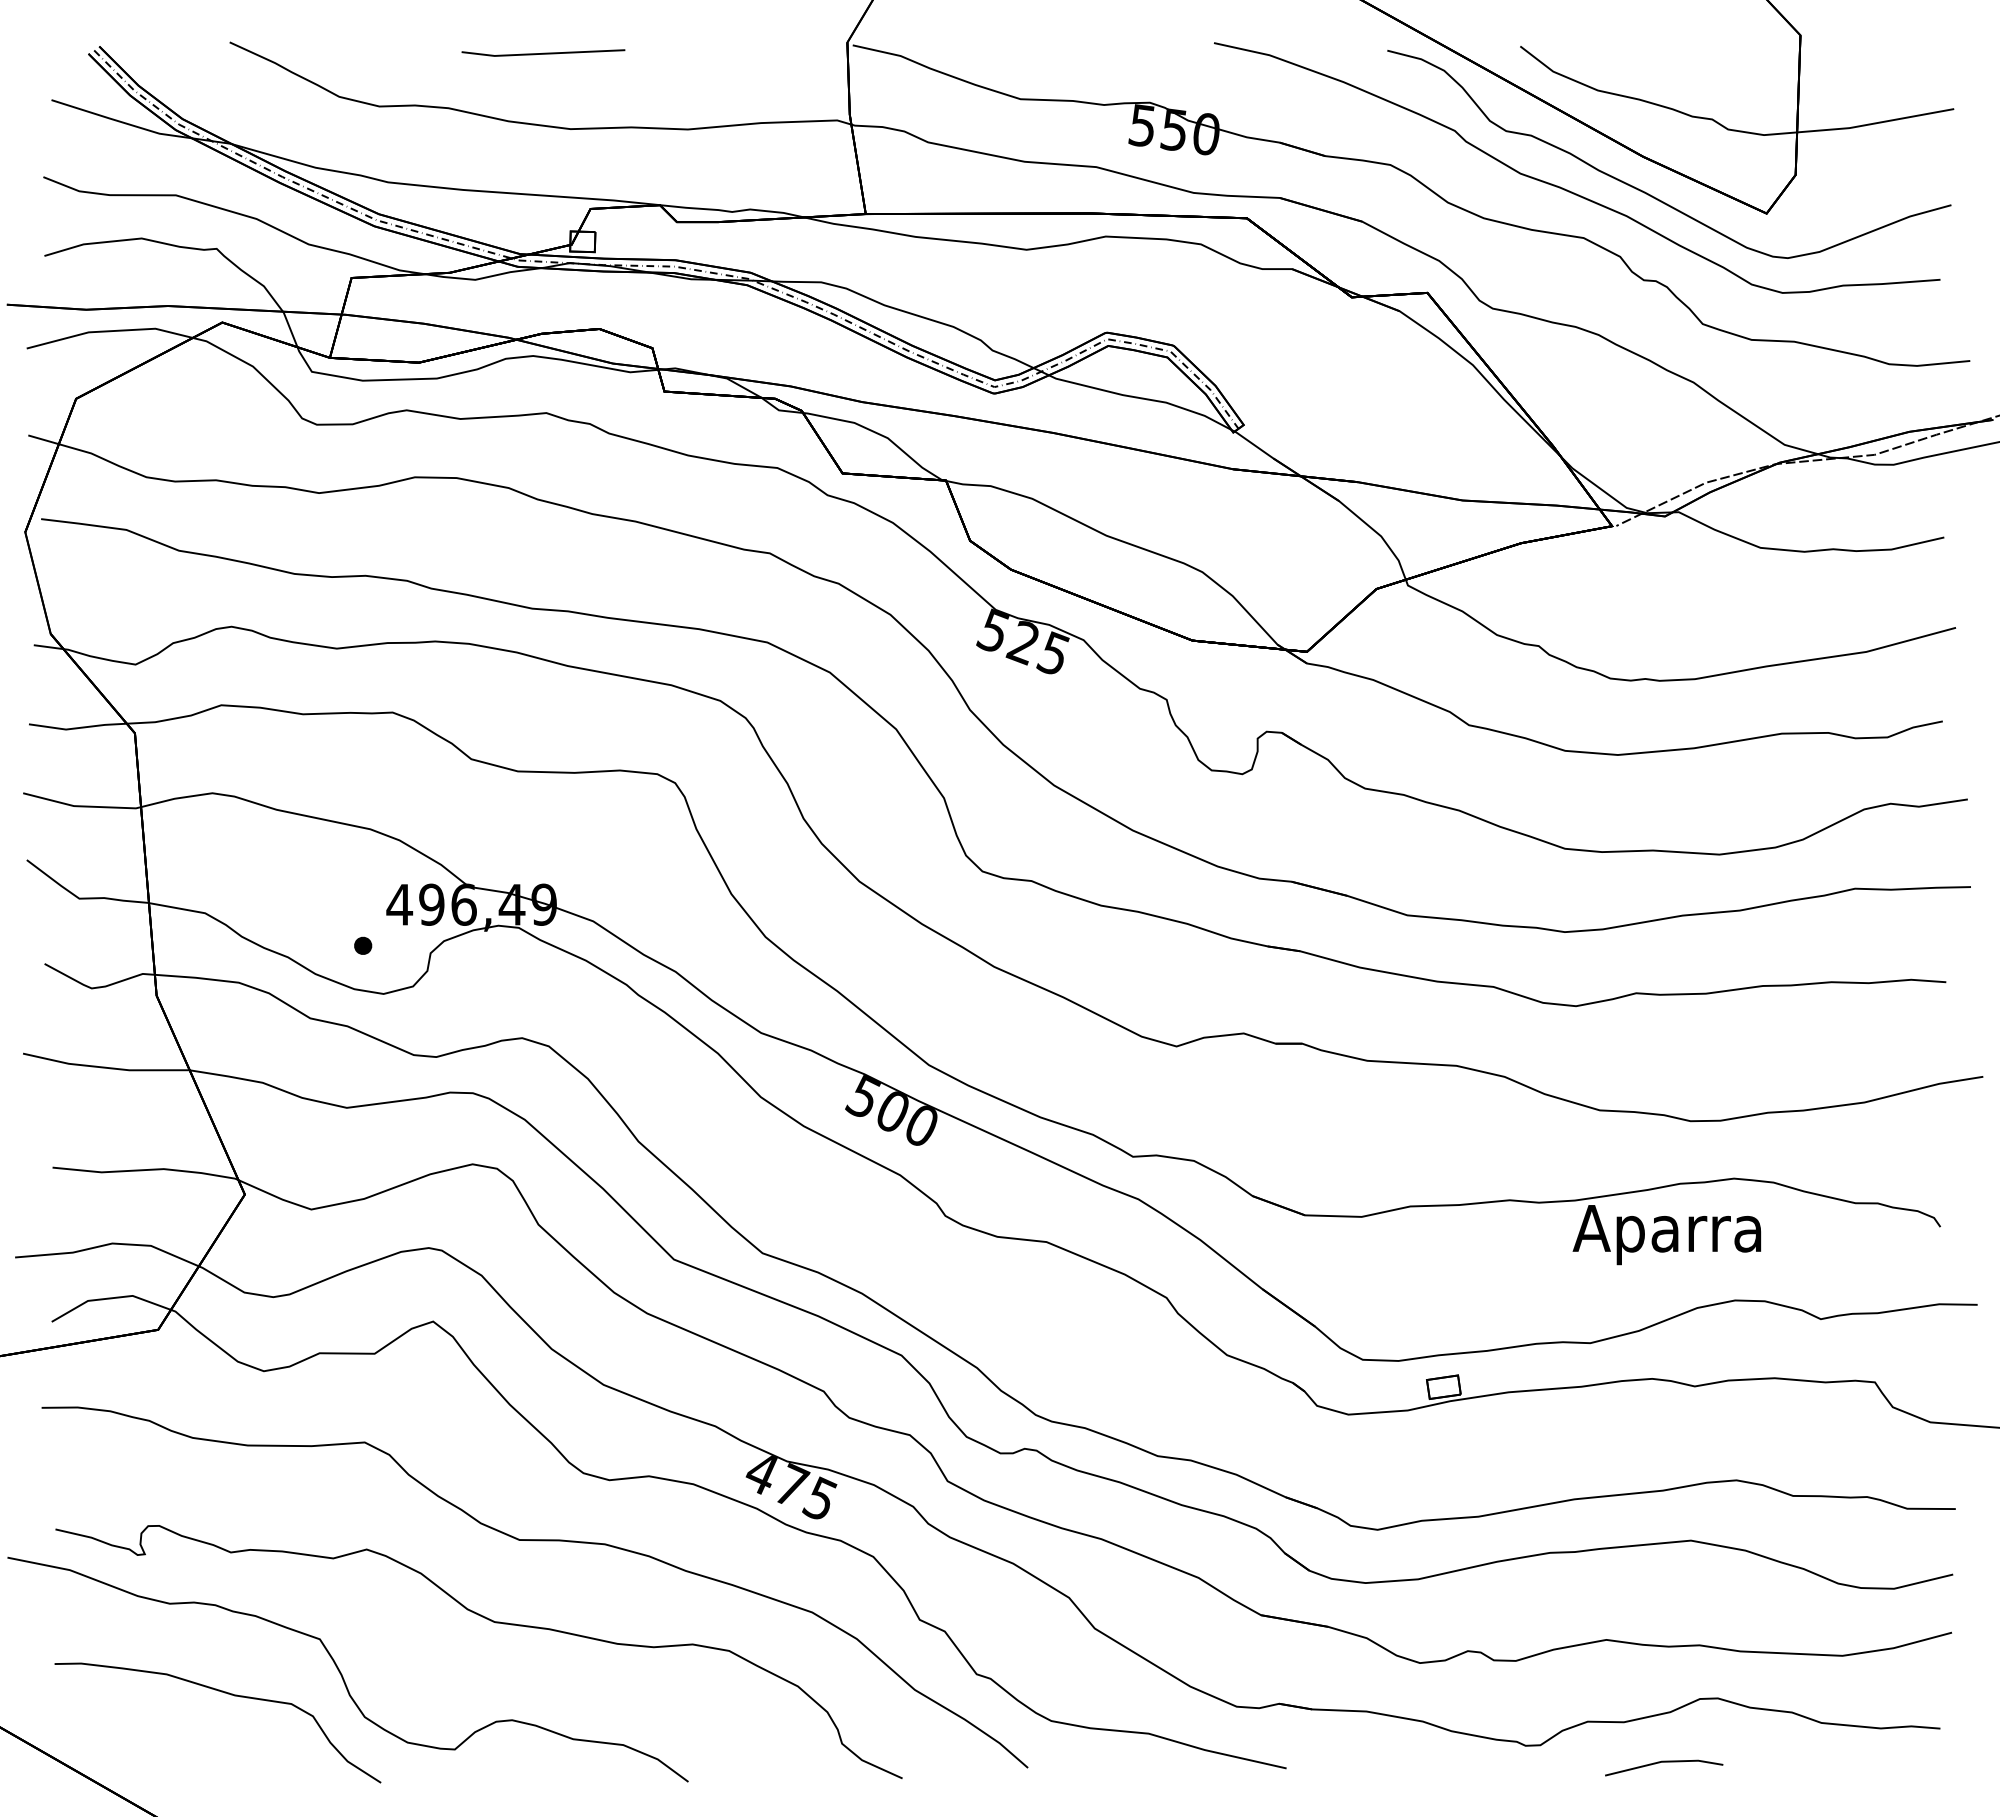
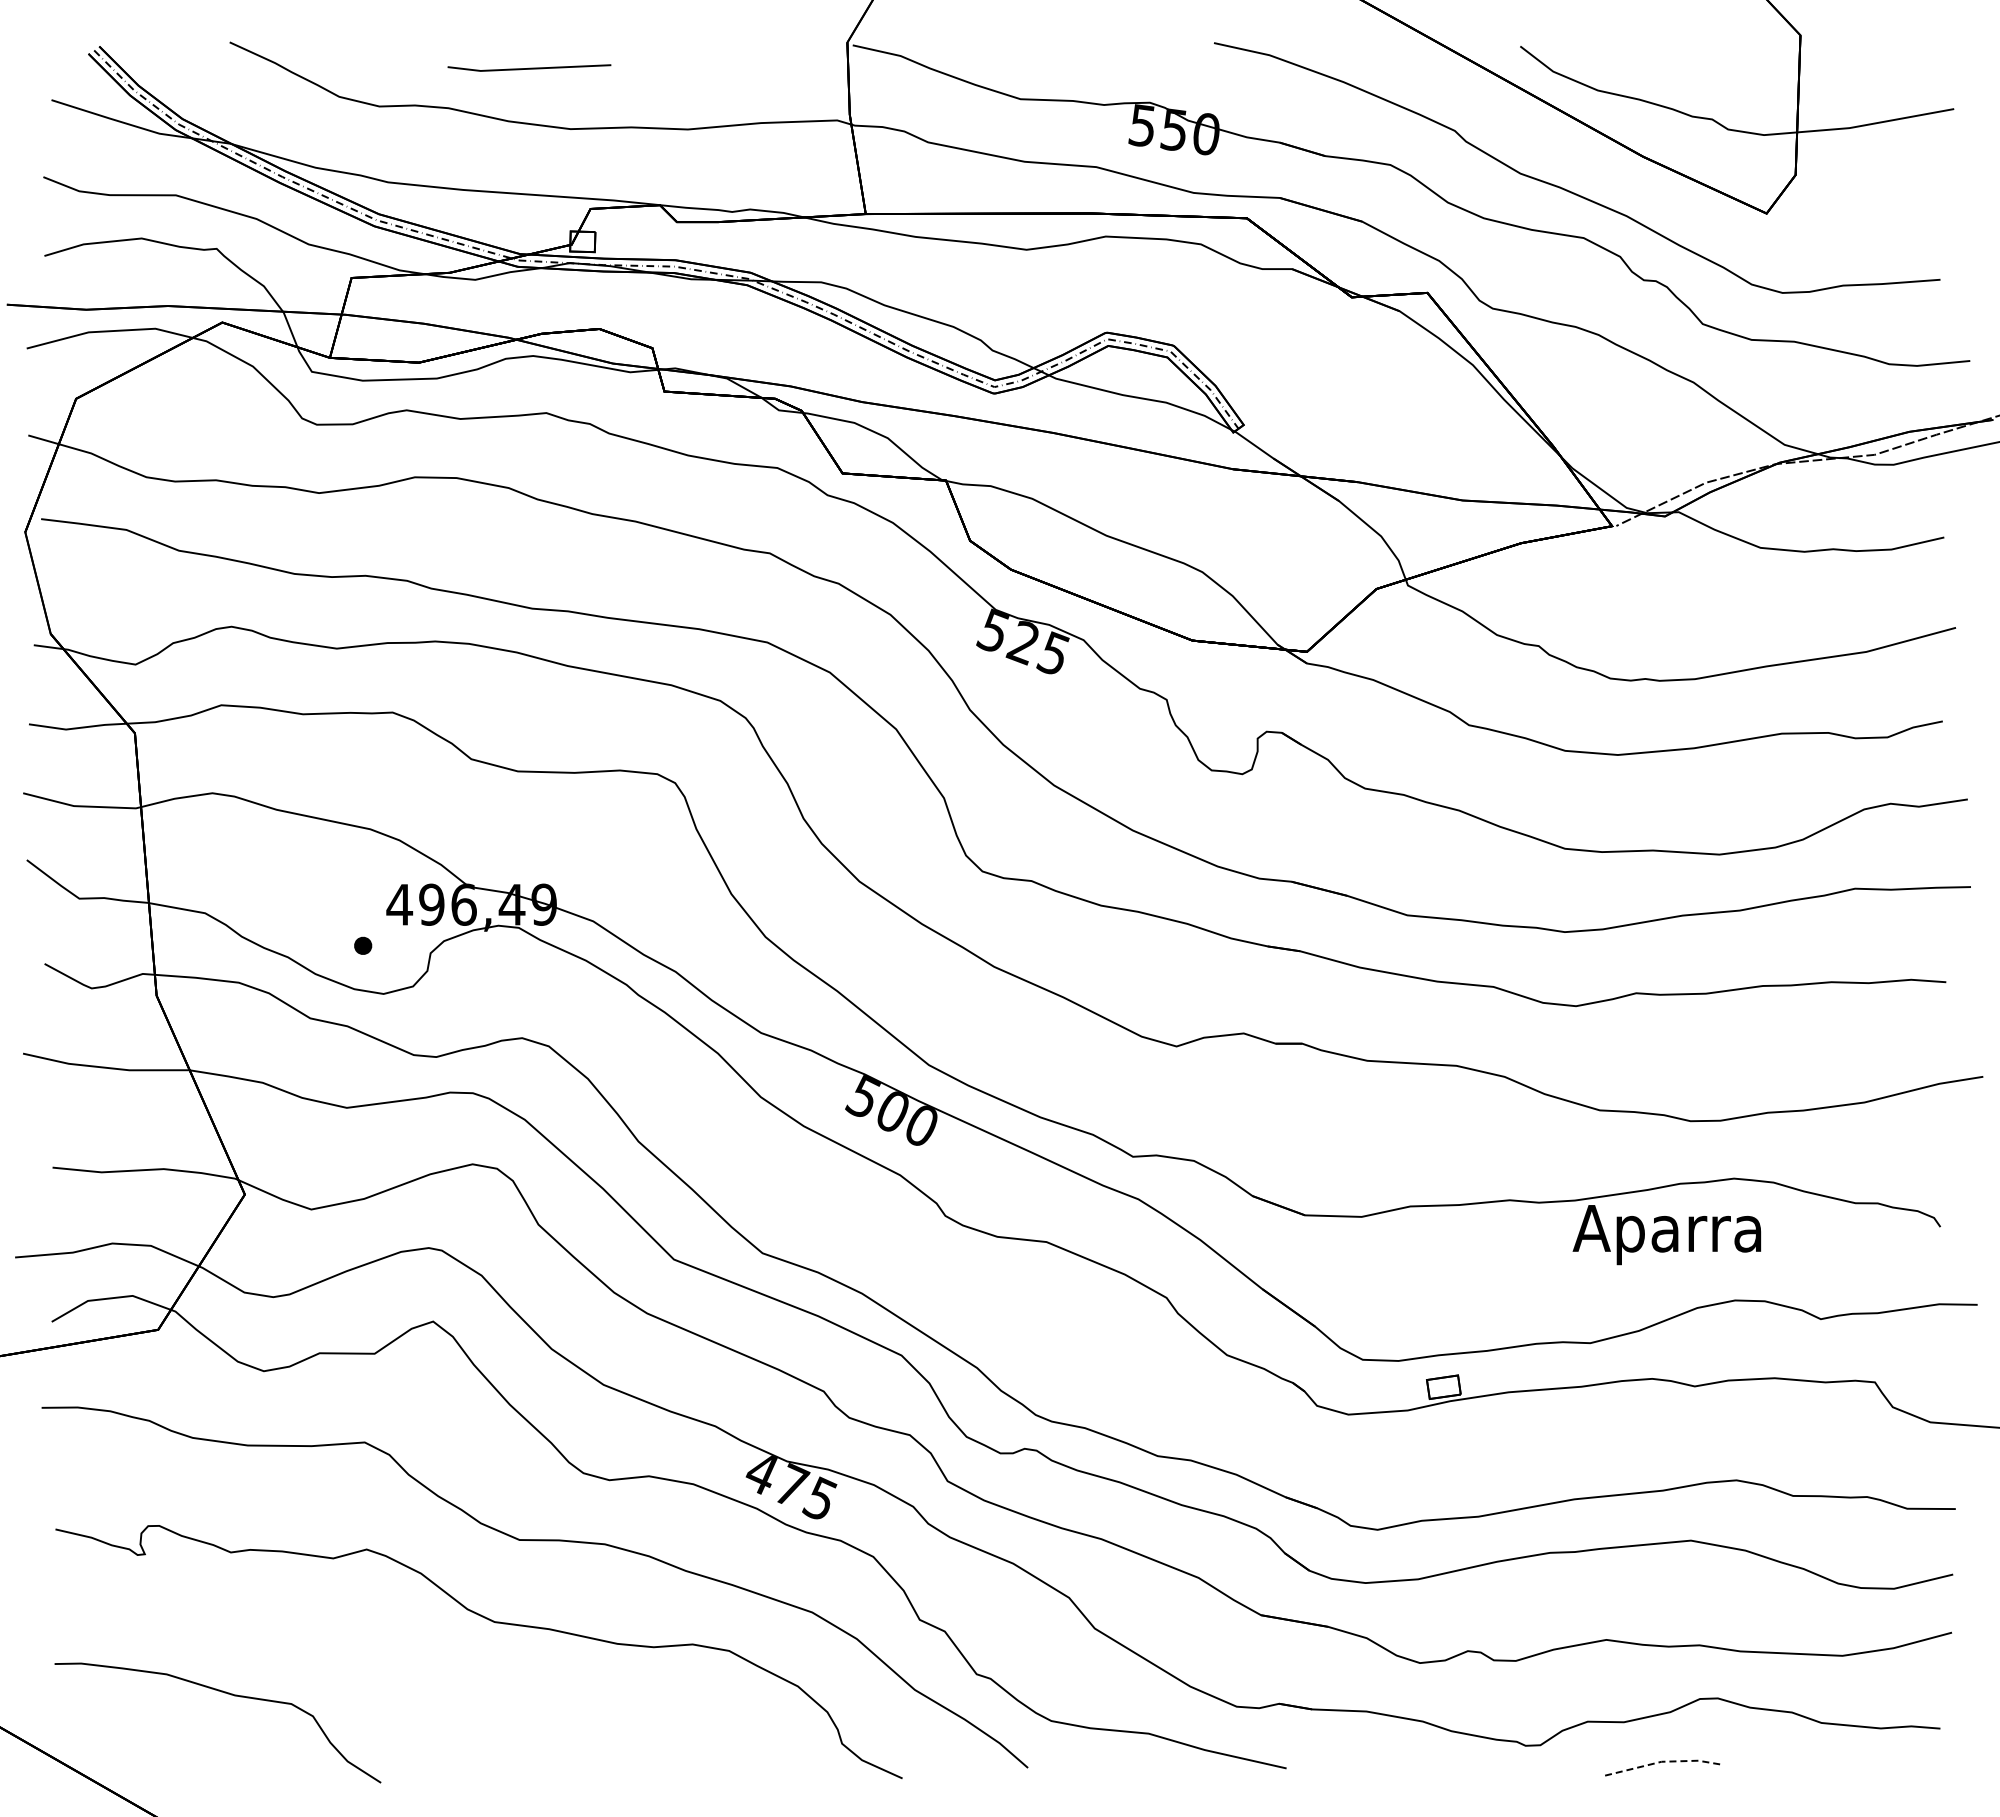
line at (543, 52) position: (543, 52) -> (529, 67)
curve at (1645, 191): present -> none
curve at (341, 1672): present -> none
line at (1663, 1761): solid -> dashed
